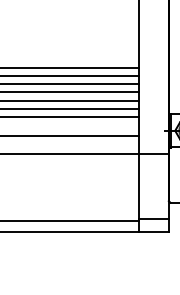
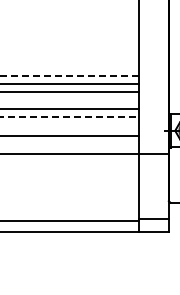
line at (70, 67): present -> none
line at (69, 76): solid -> dashed
line at (70, 100): present -> none
line at (70, 116): solid -> dashed
